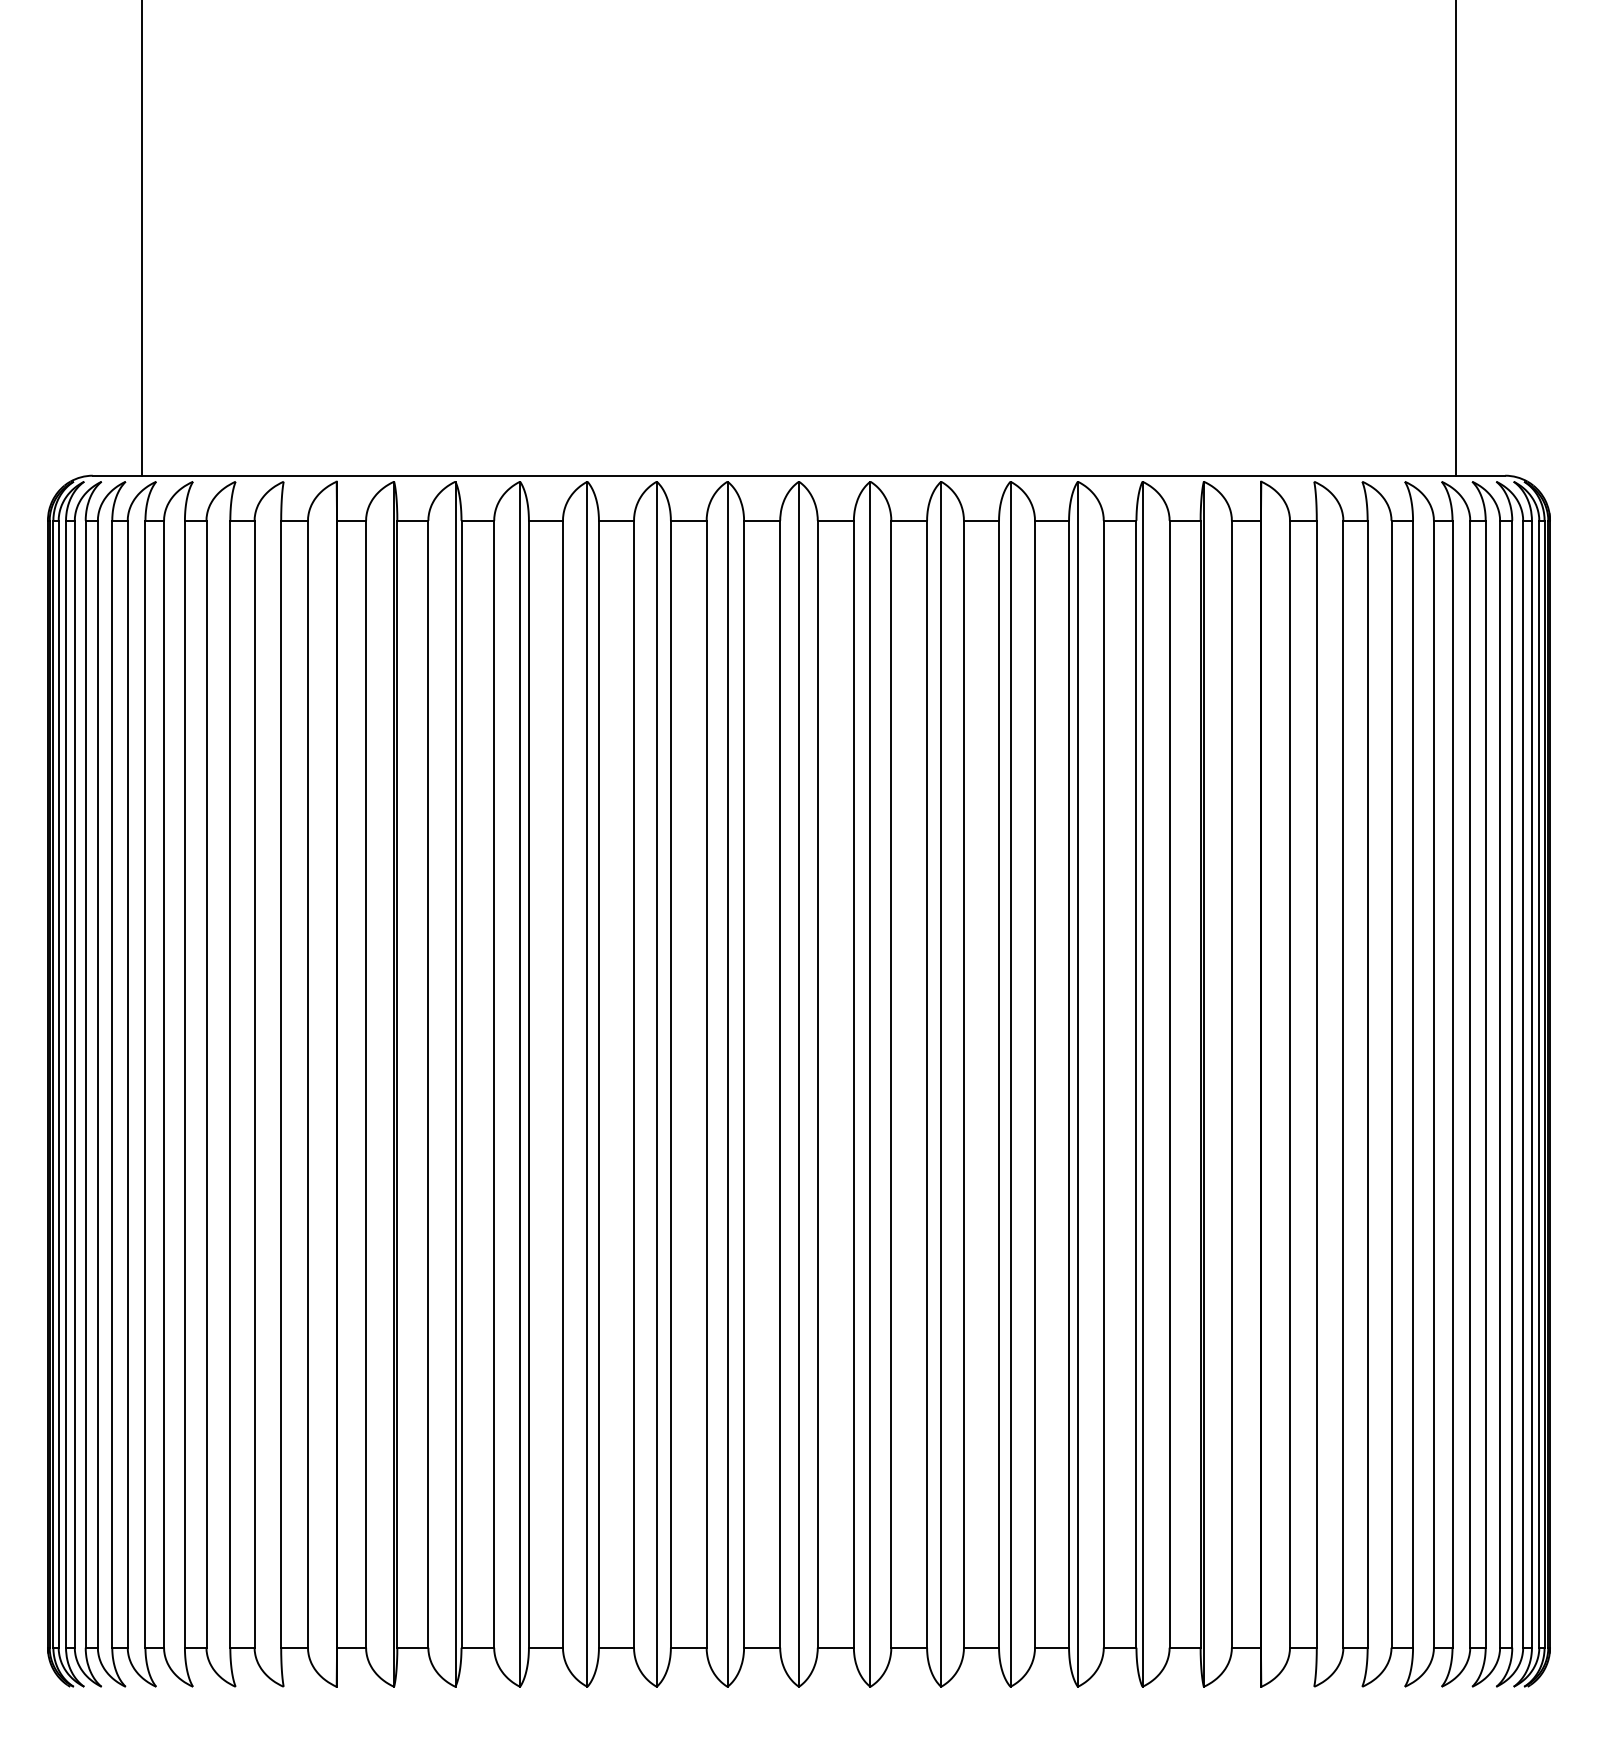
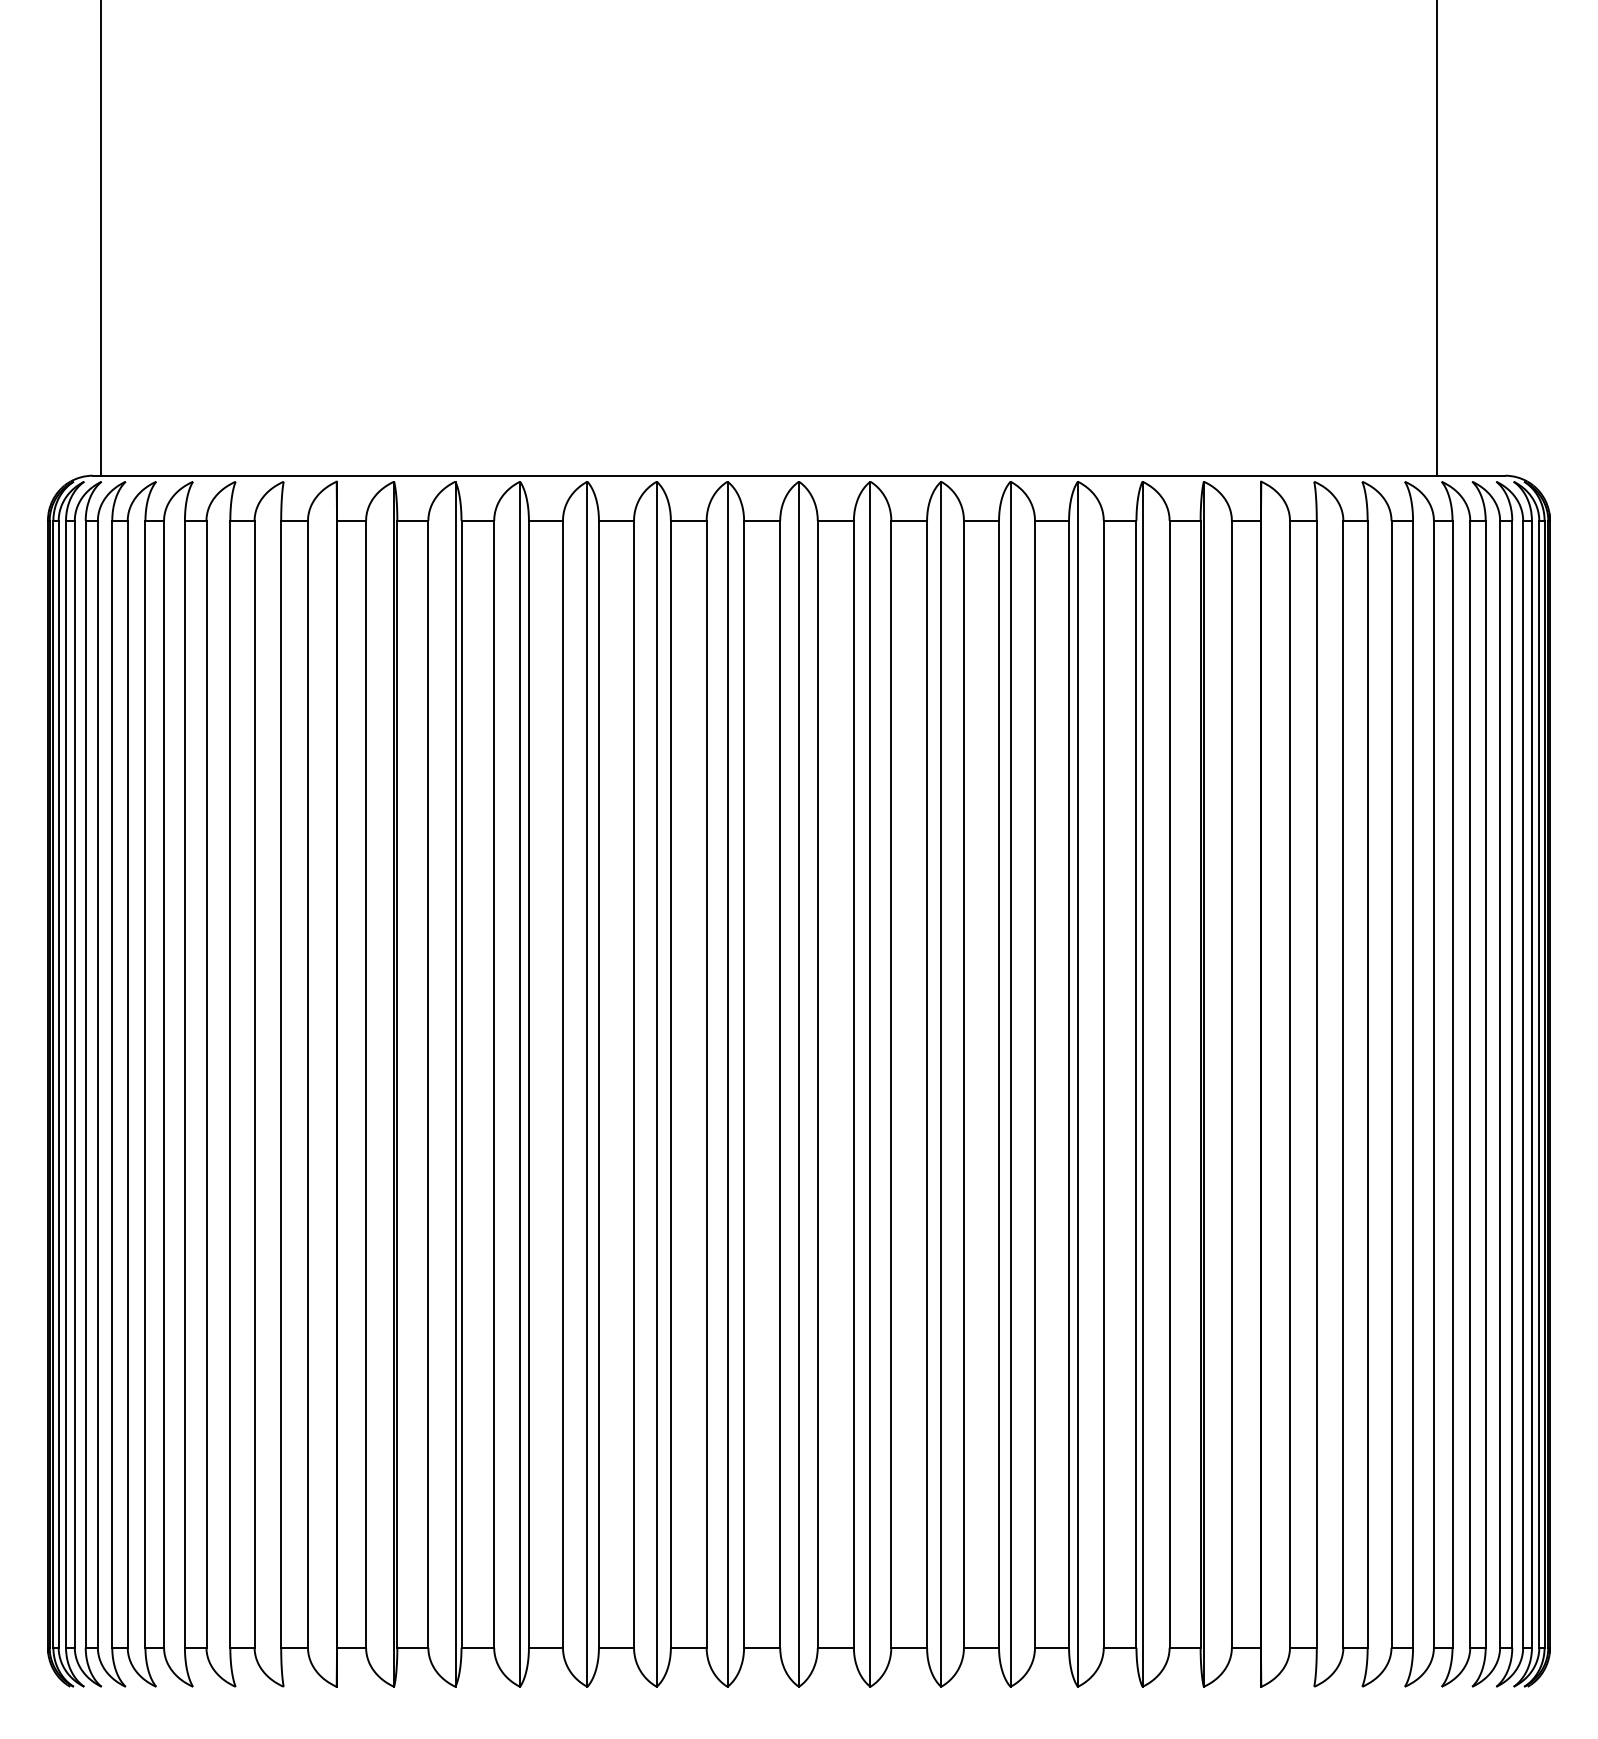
line at (141, 238) position: (141, 238) -> (100, 238)
line at (1456, 238) position: (1456, 238) -> (1437, 238)
